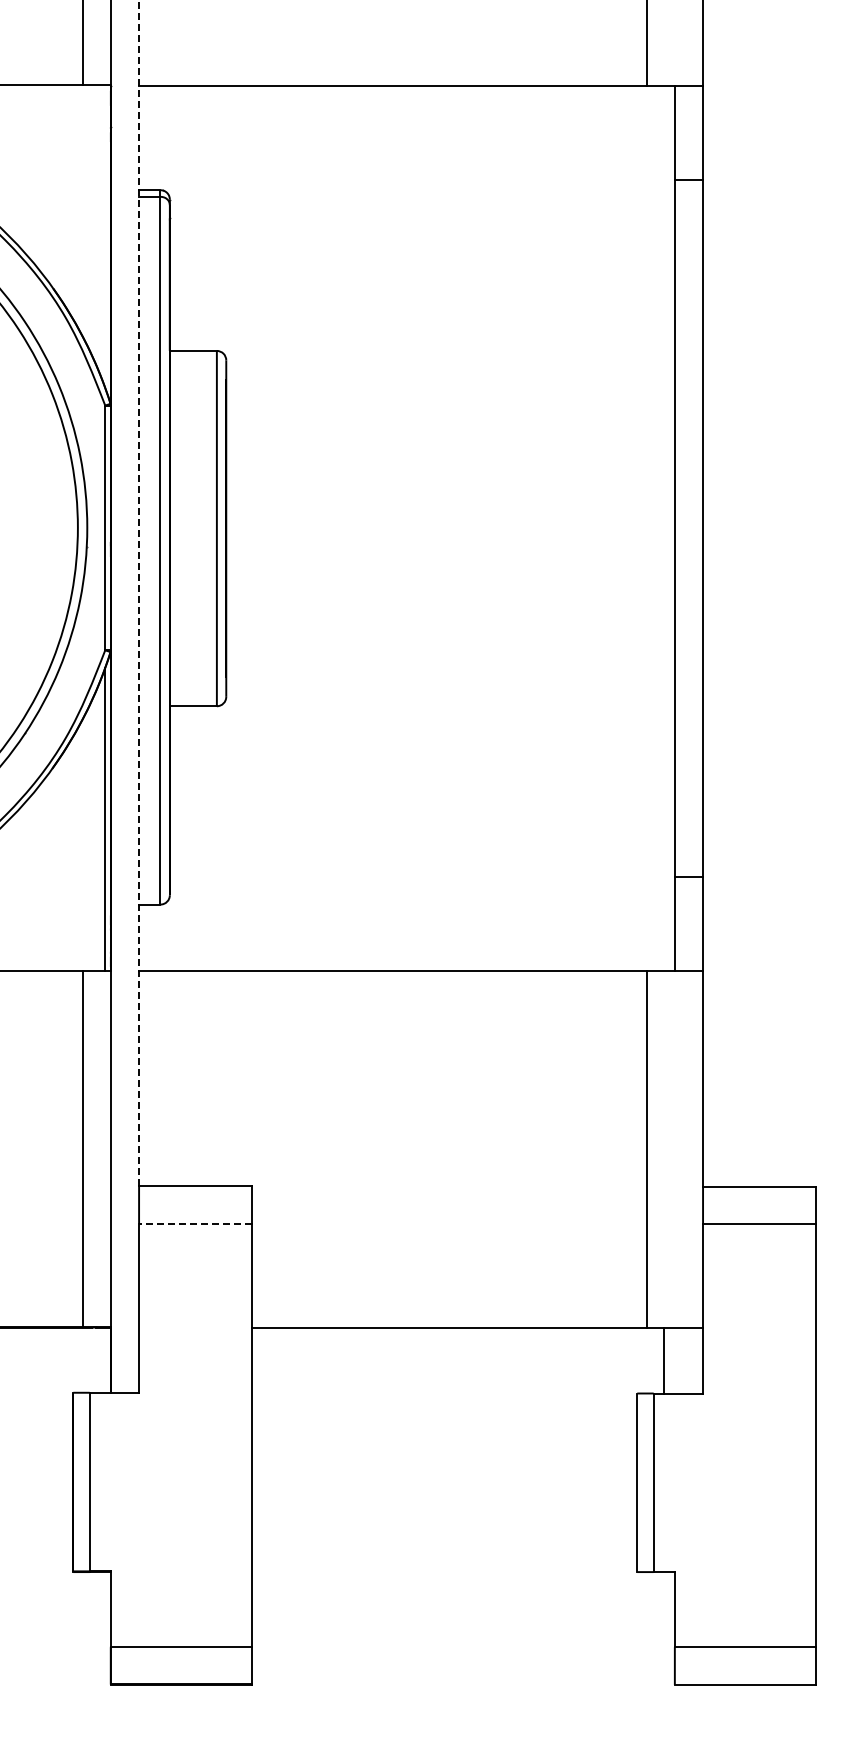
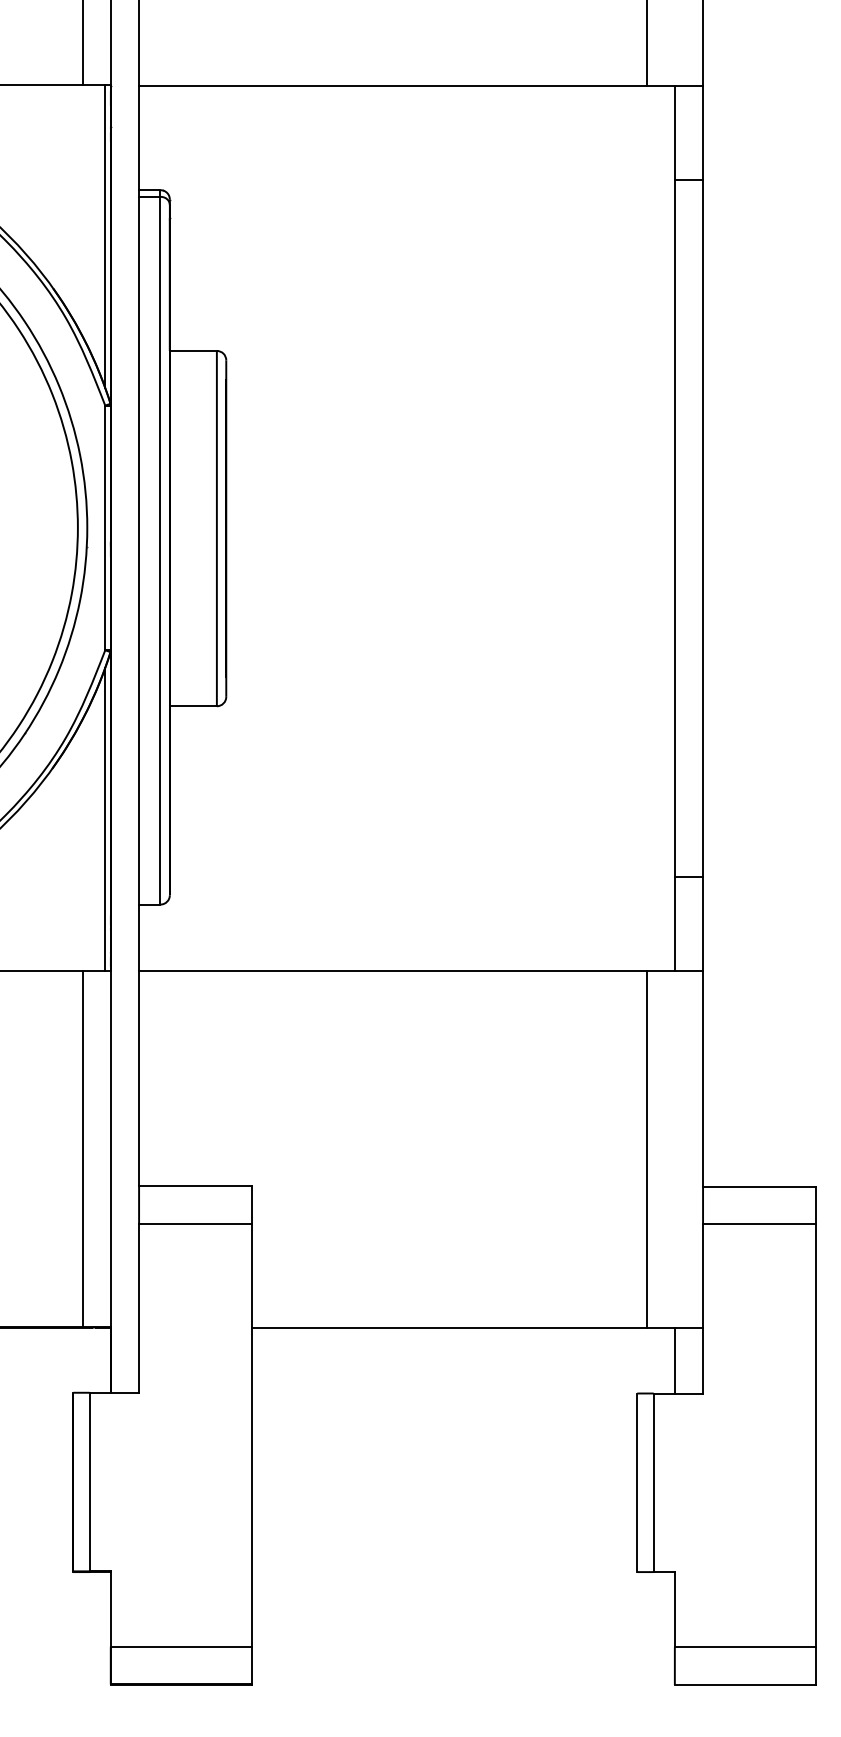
line at (105, 236): none -> present
line at (139, 593): dashed -> solid
line at (194, 1223): dashed -> solid
line at (663, 1360) position: (663, 1360) -> (674, 1360)
